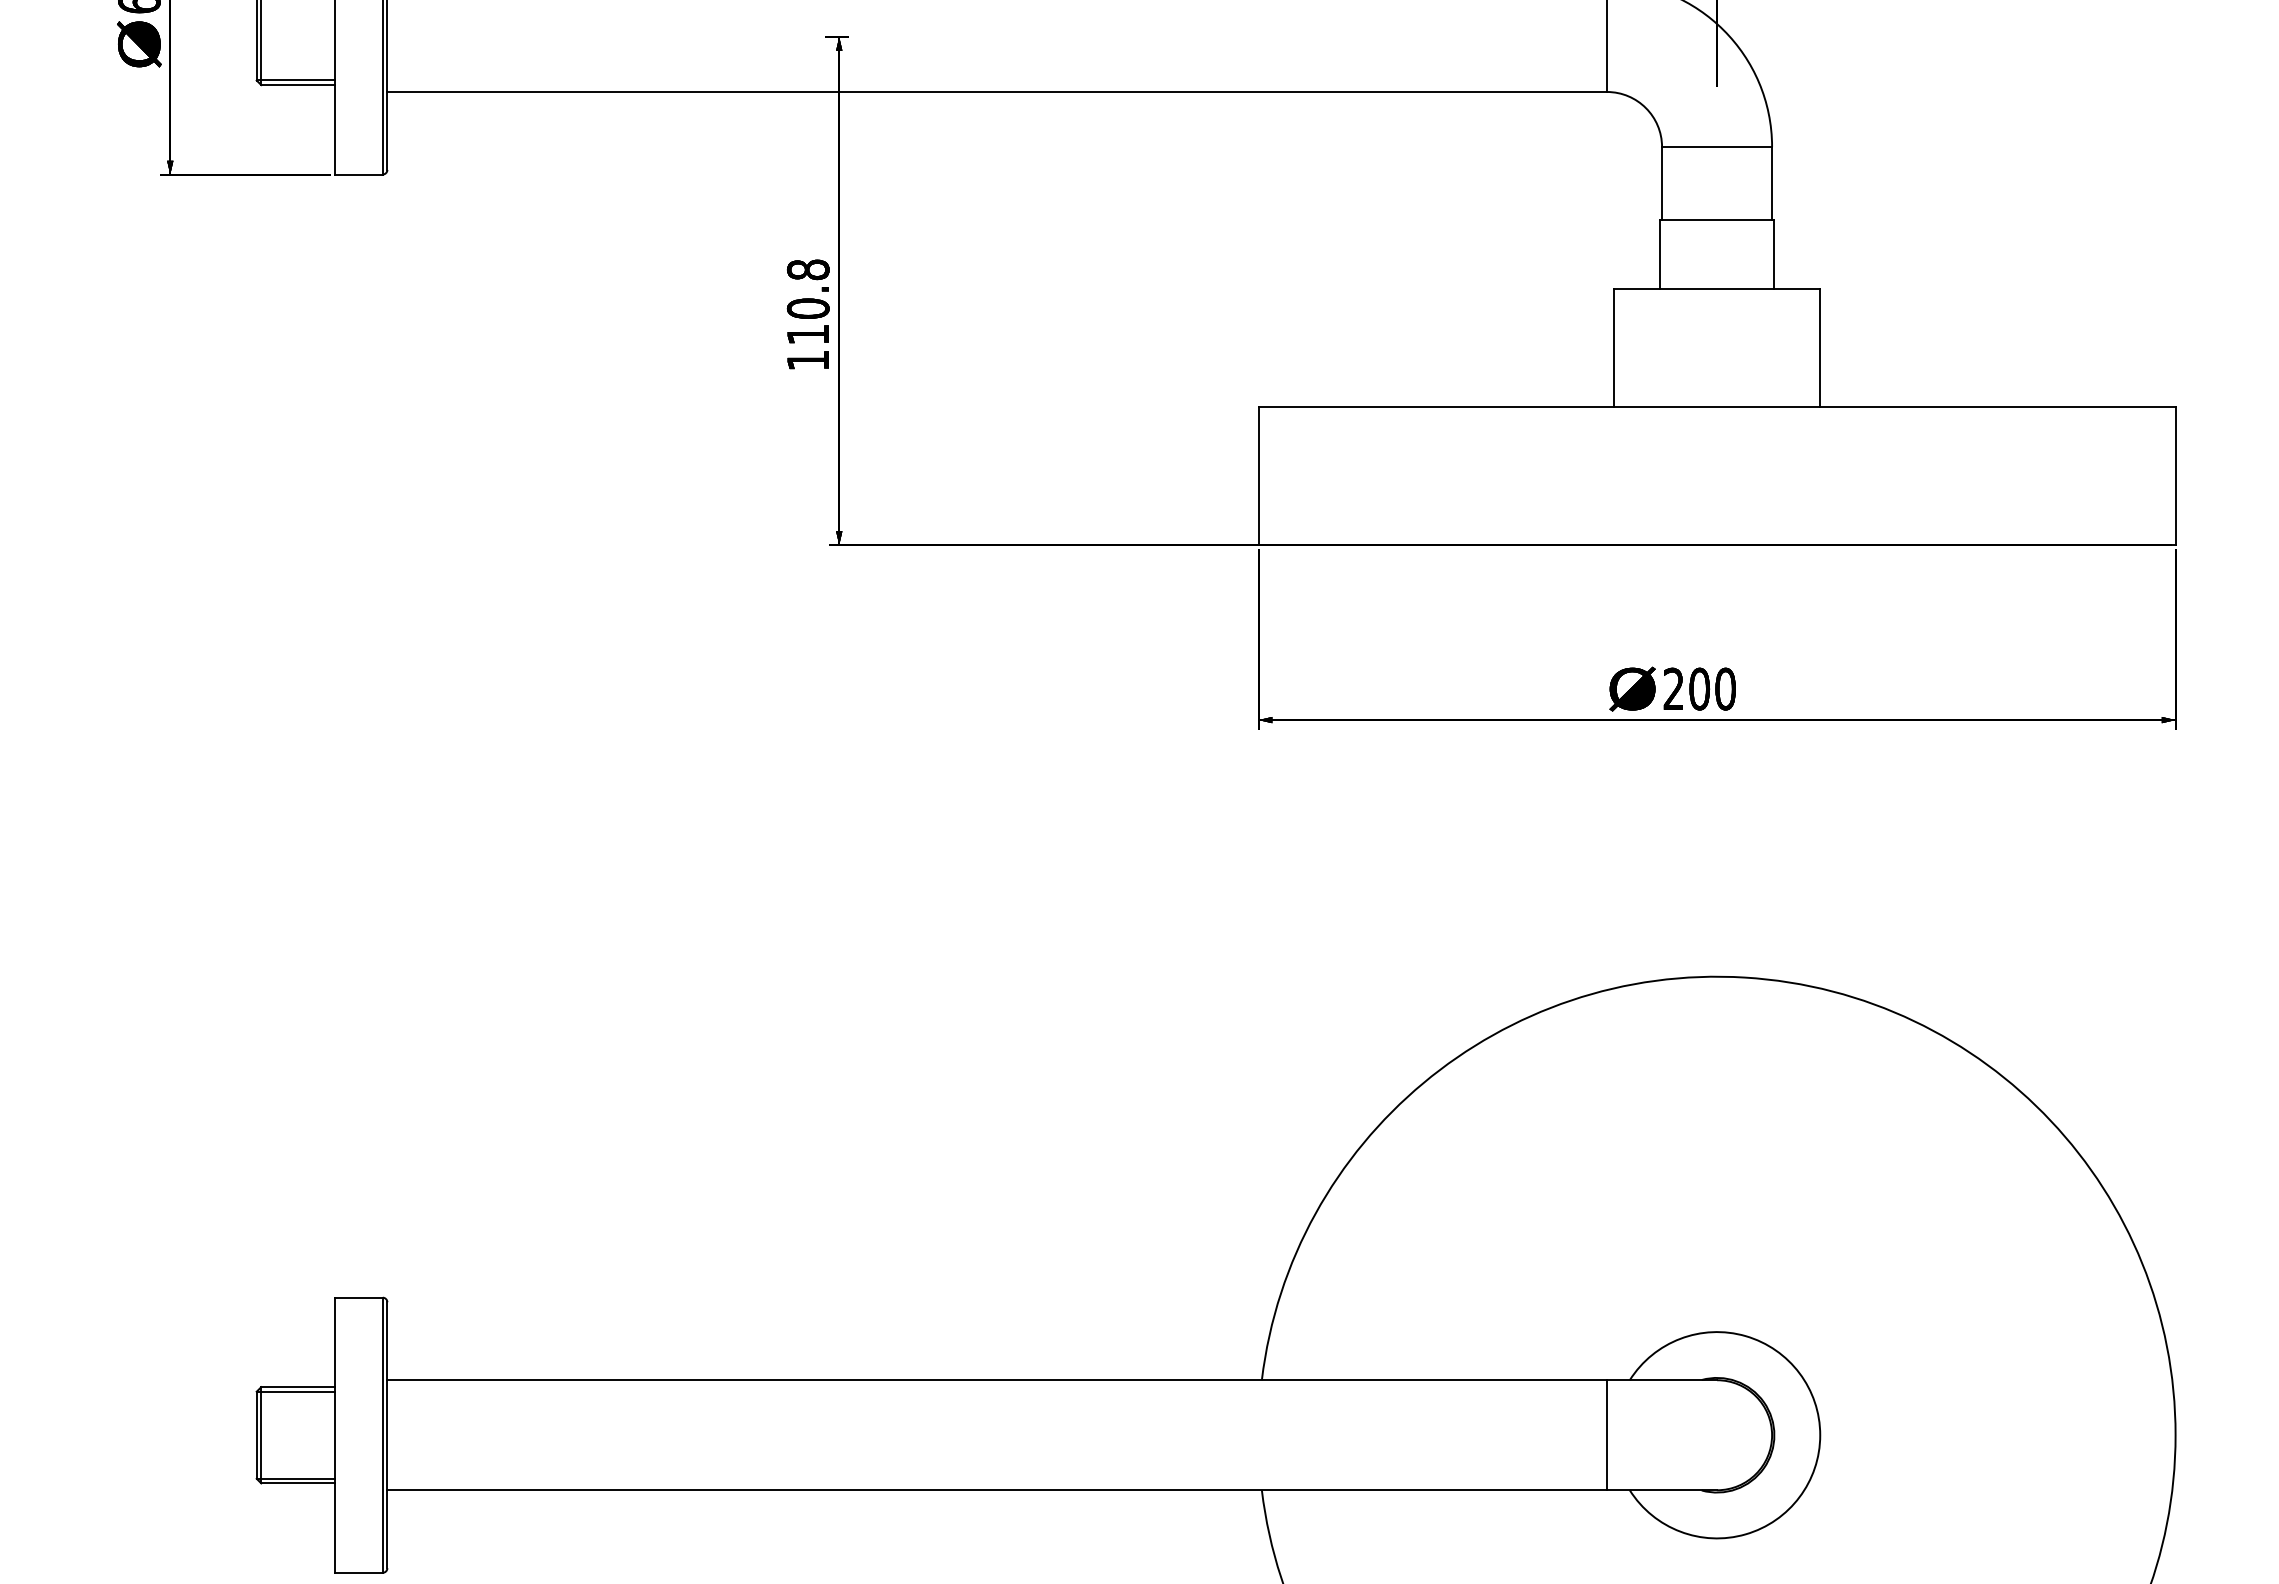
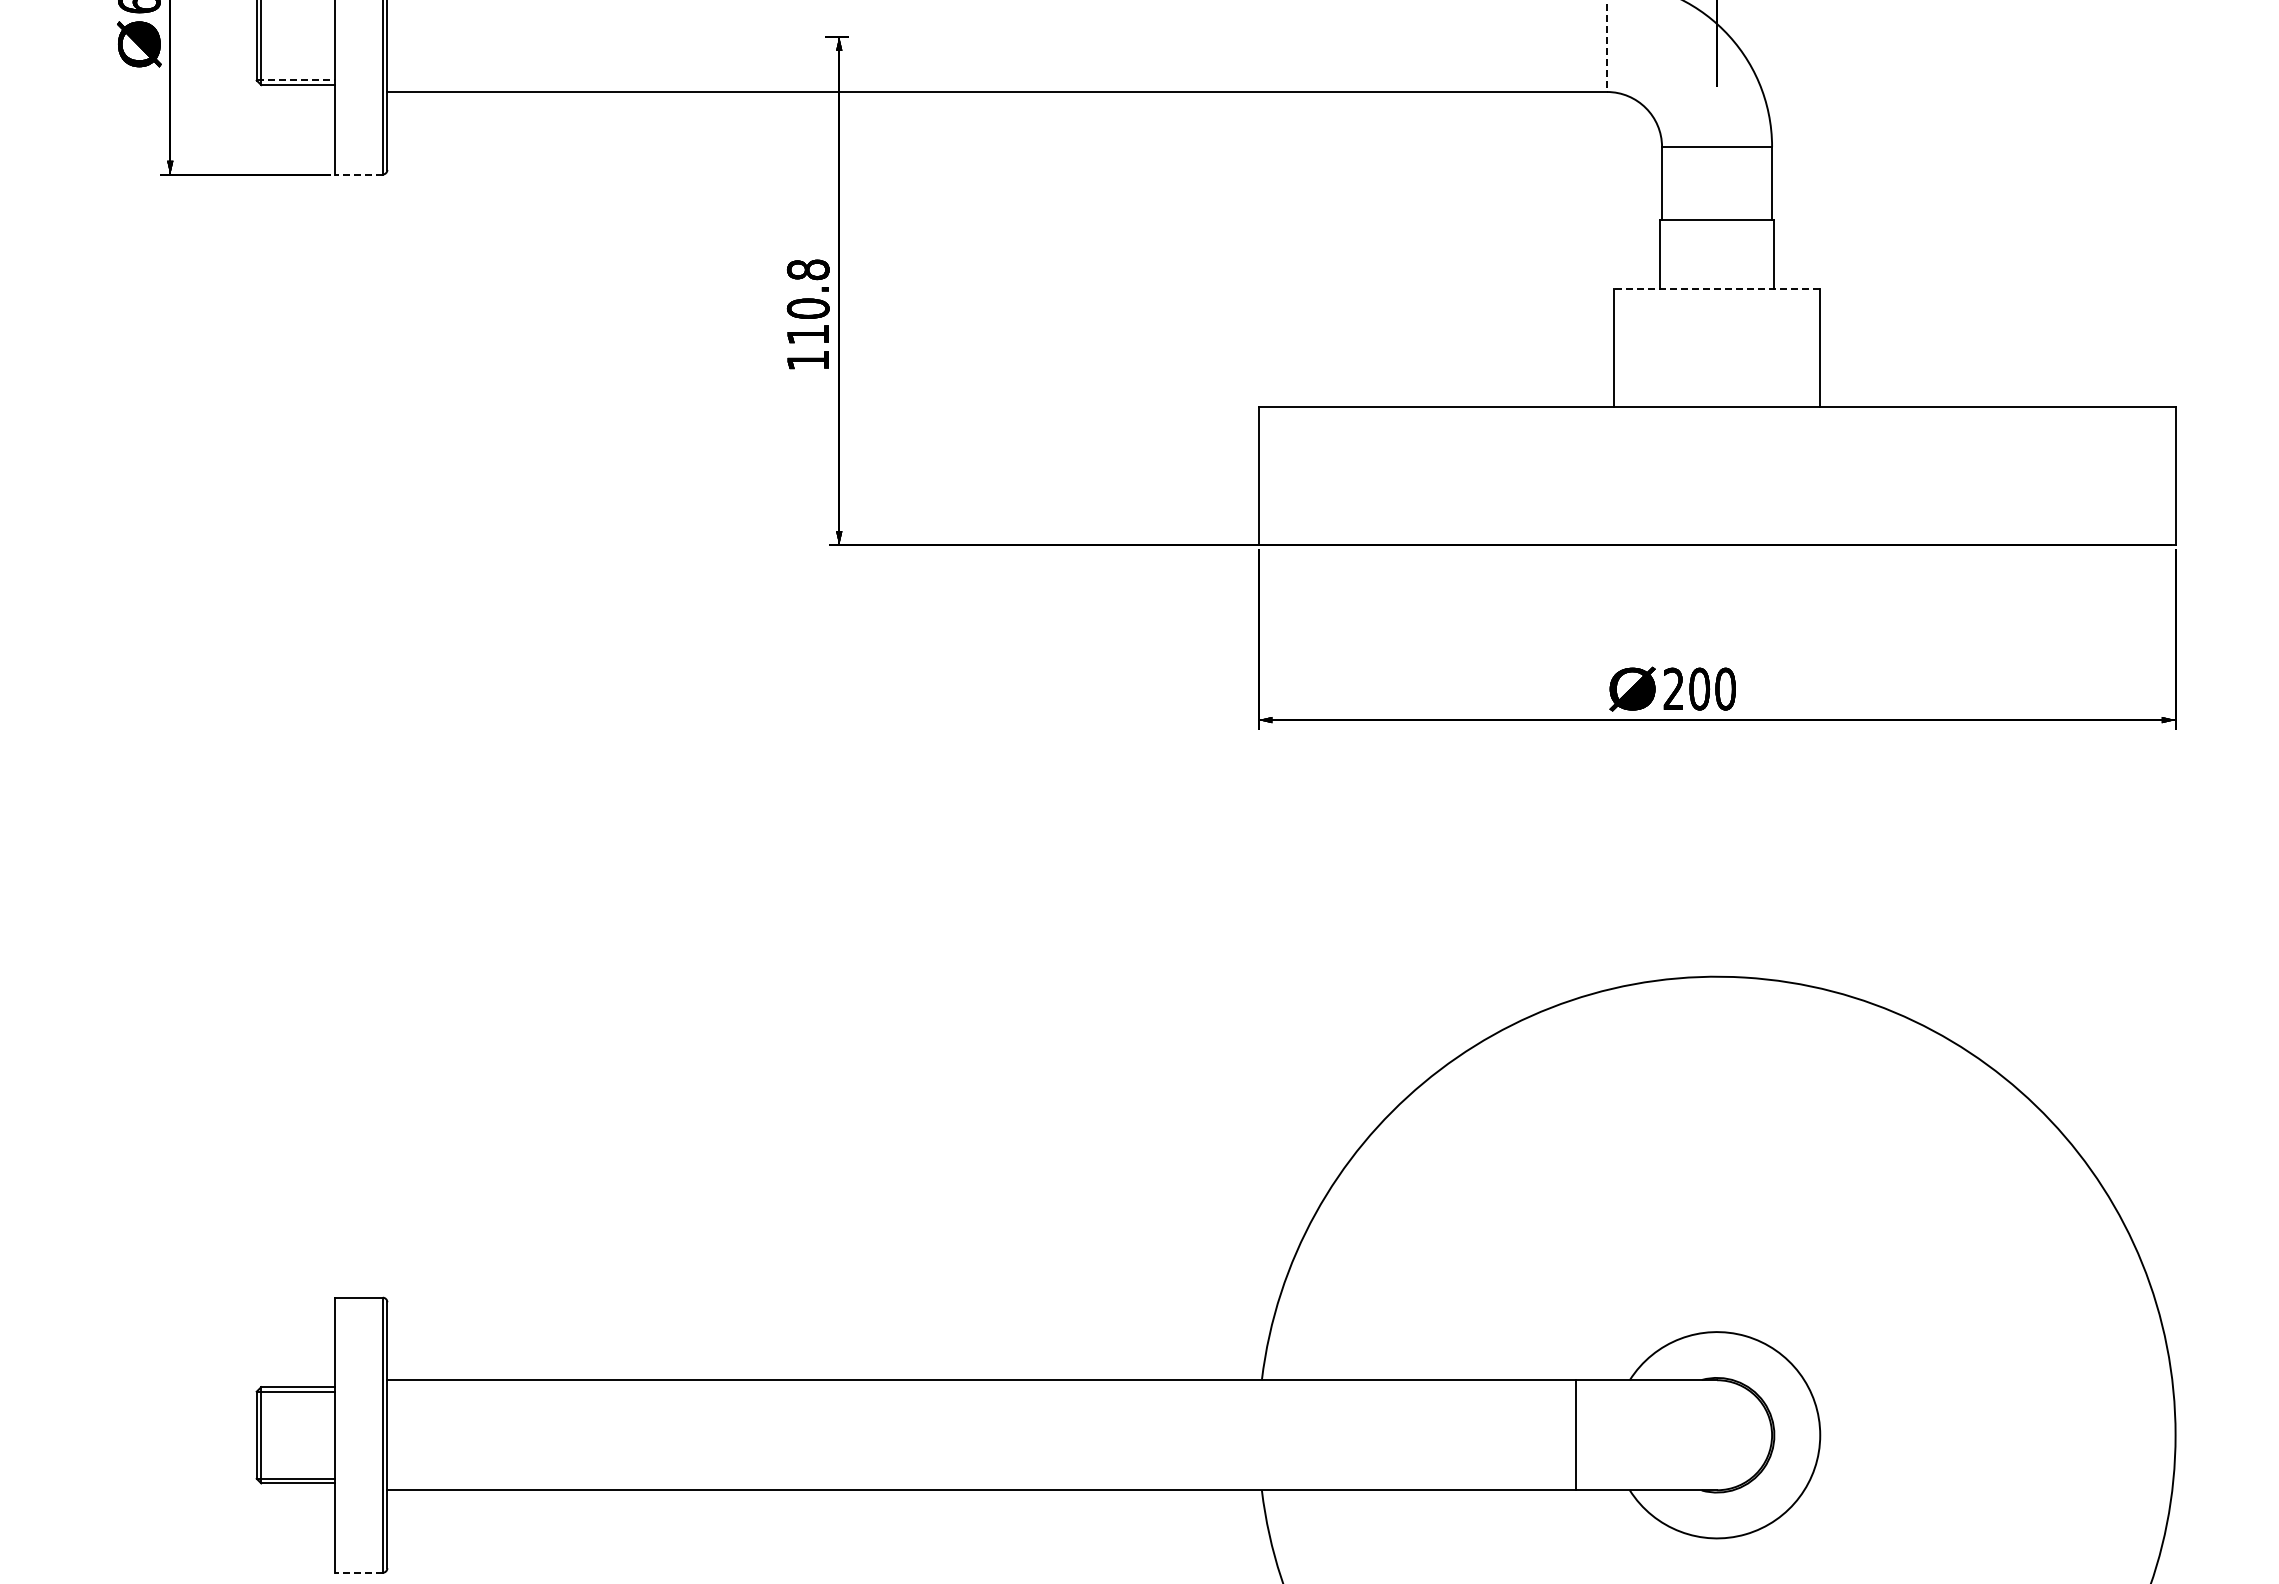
line at (1607, 46): solid -> dashed
line at (295, 80): solid -> dashed
line at (358, 174): solid -> dashed
line at (1716, 289): solid -> dashed
line at (1607, 1435) position: (1607, 1435) -> (1576, 1435)
line at (358, 1572): solid -> dashed
